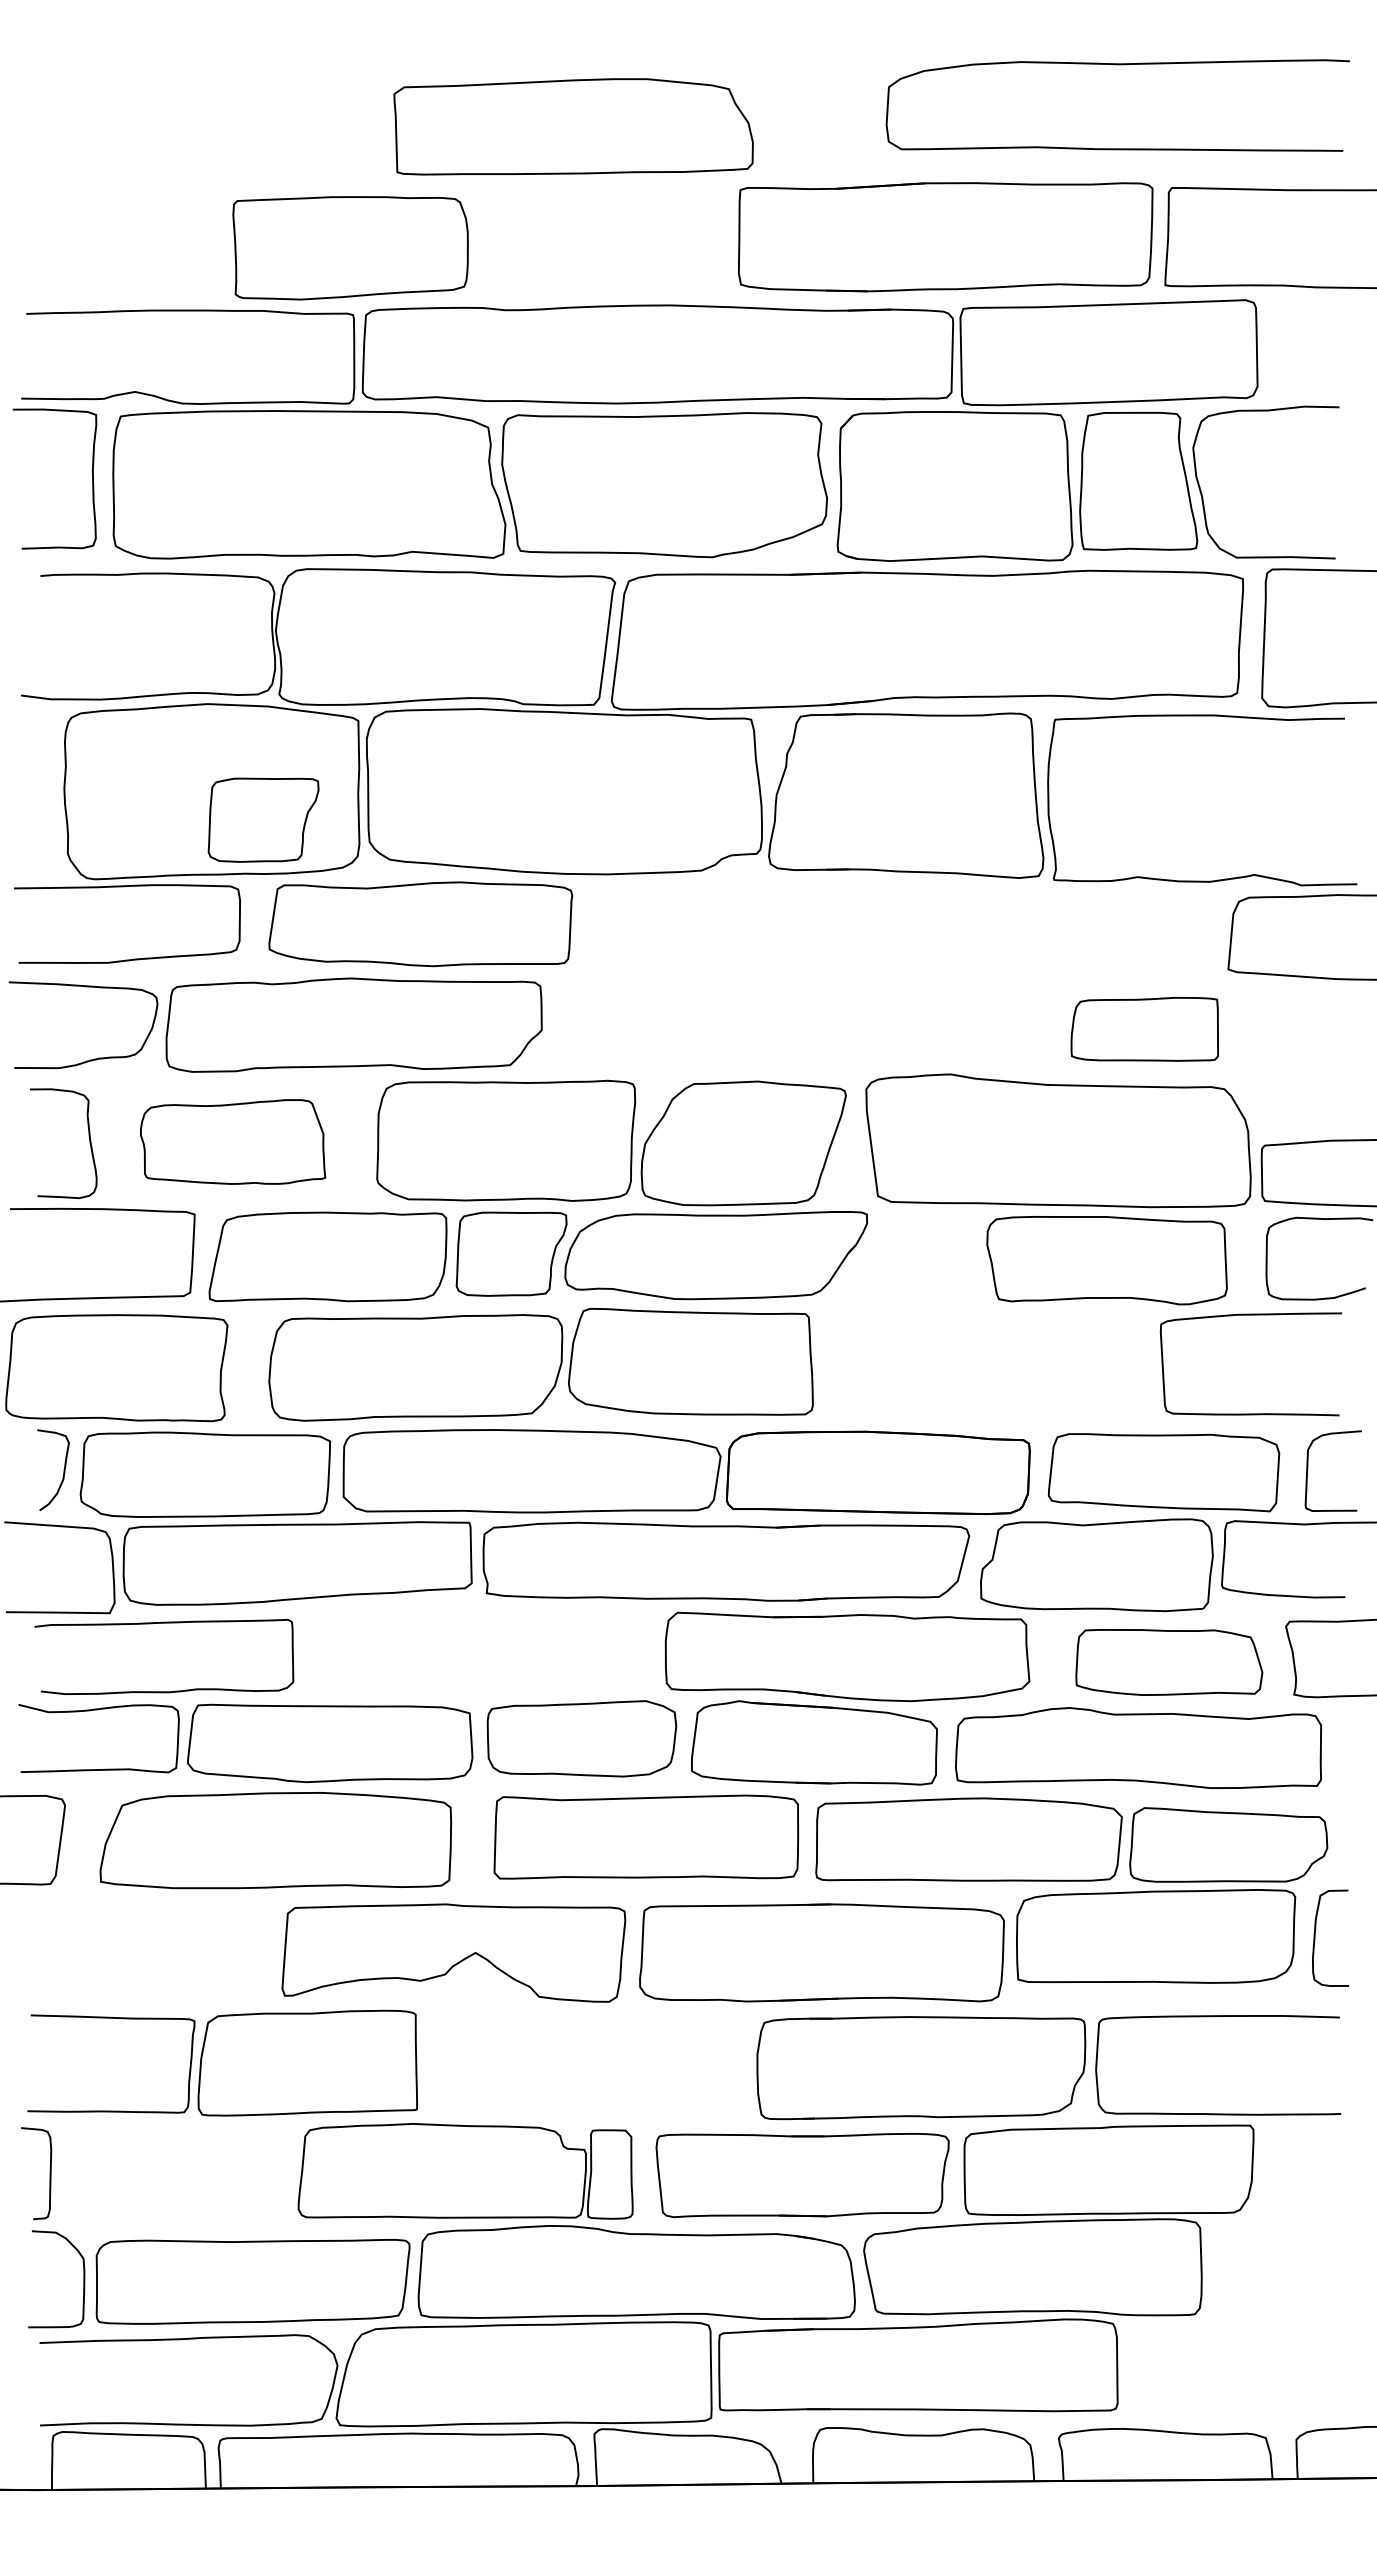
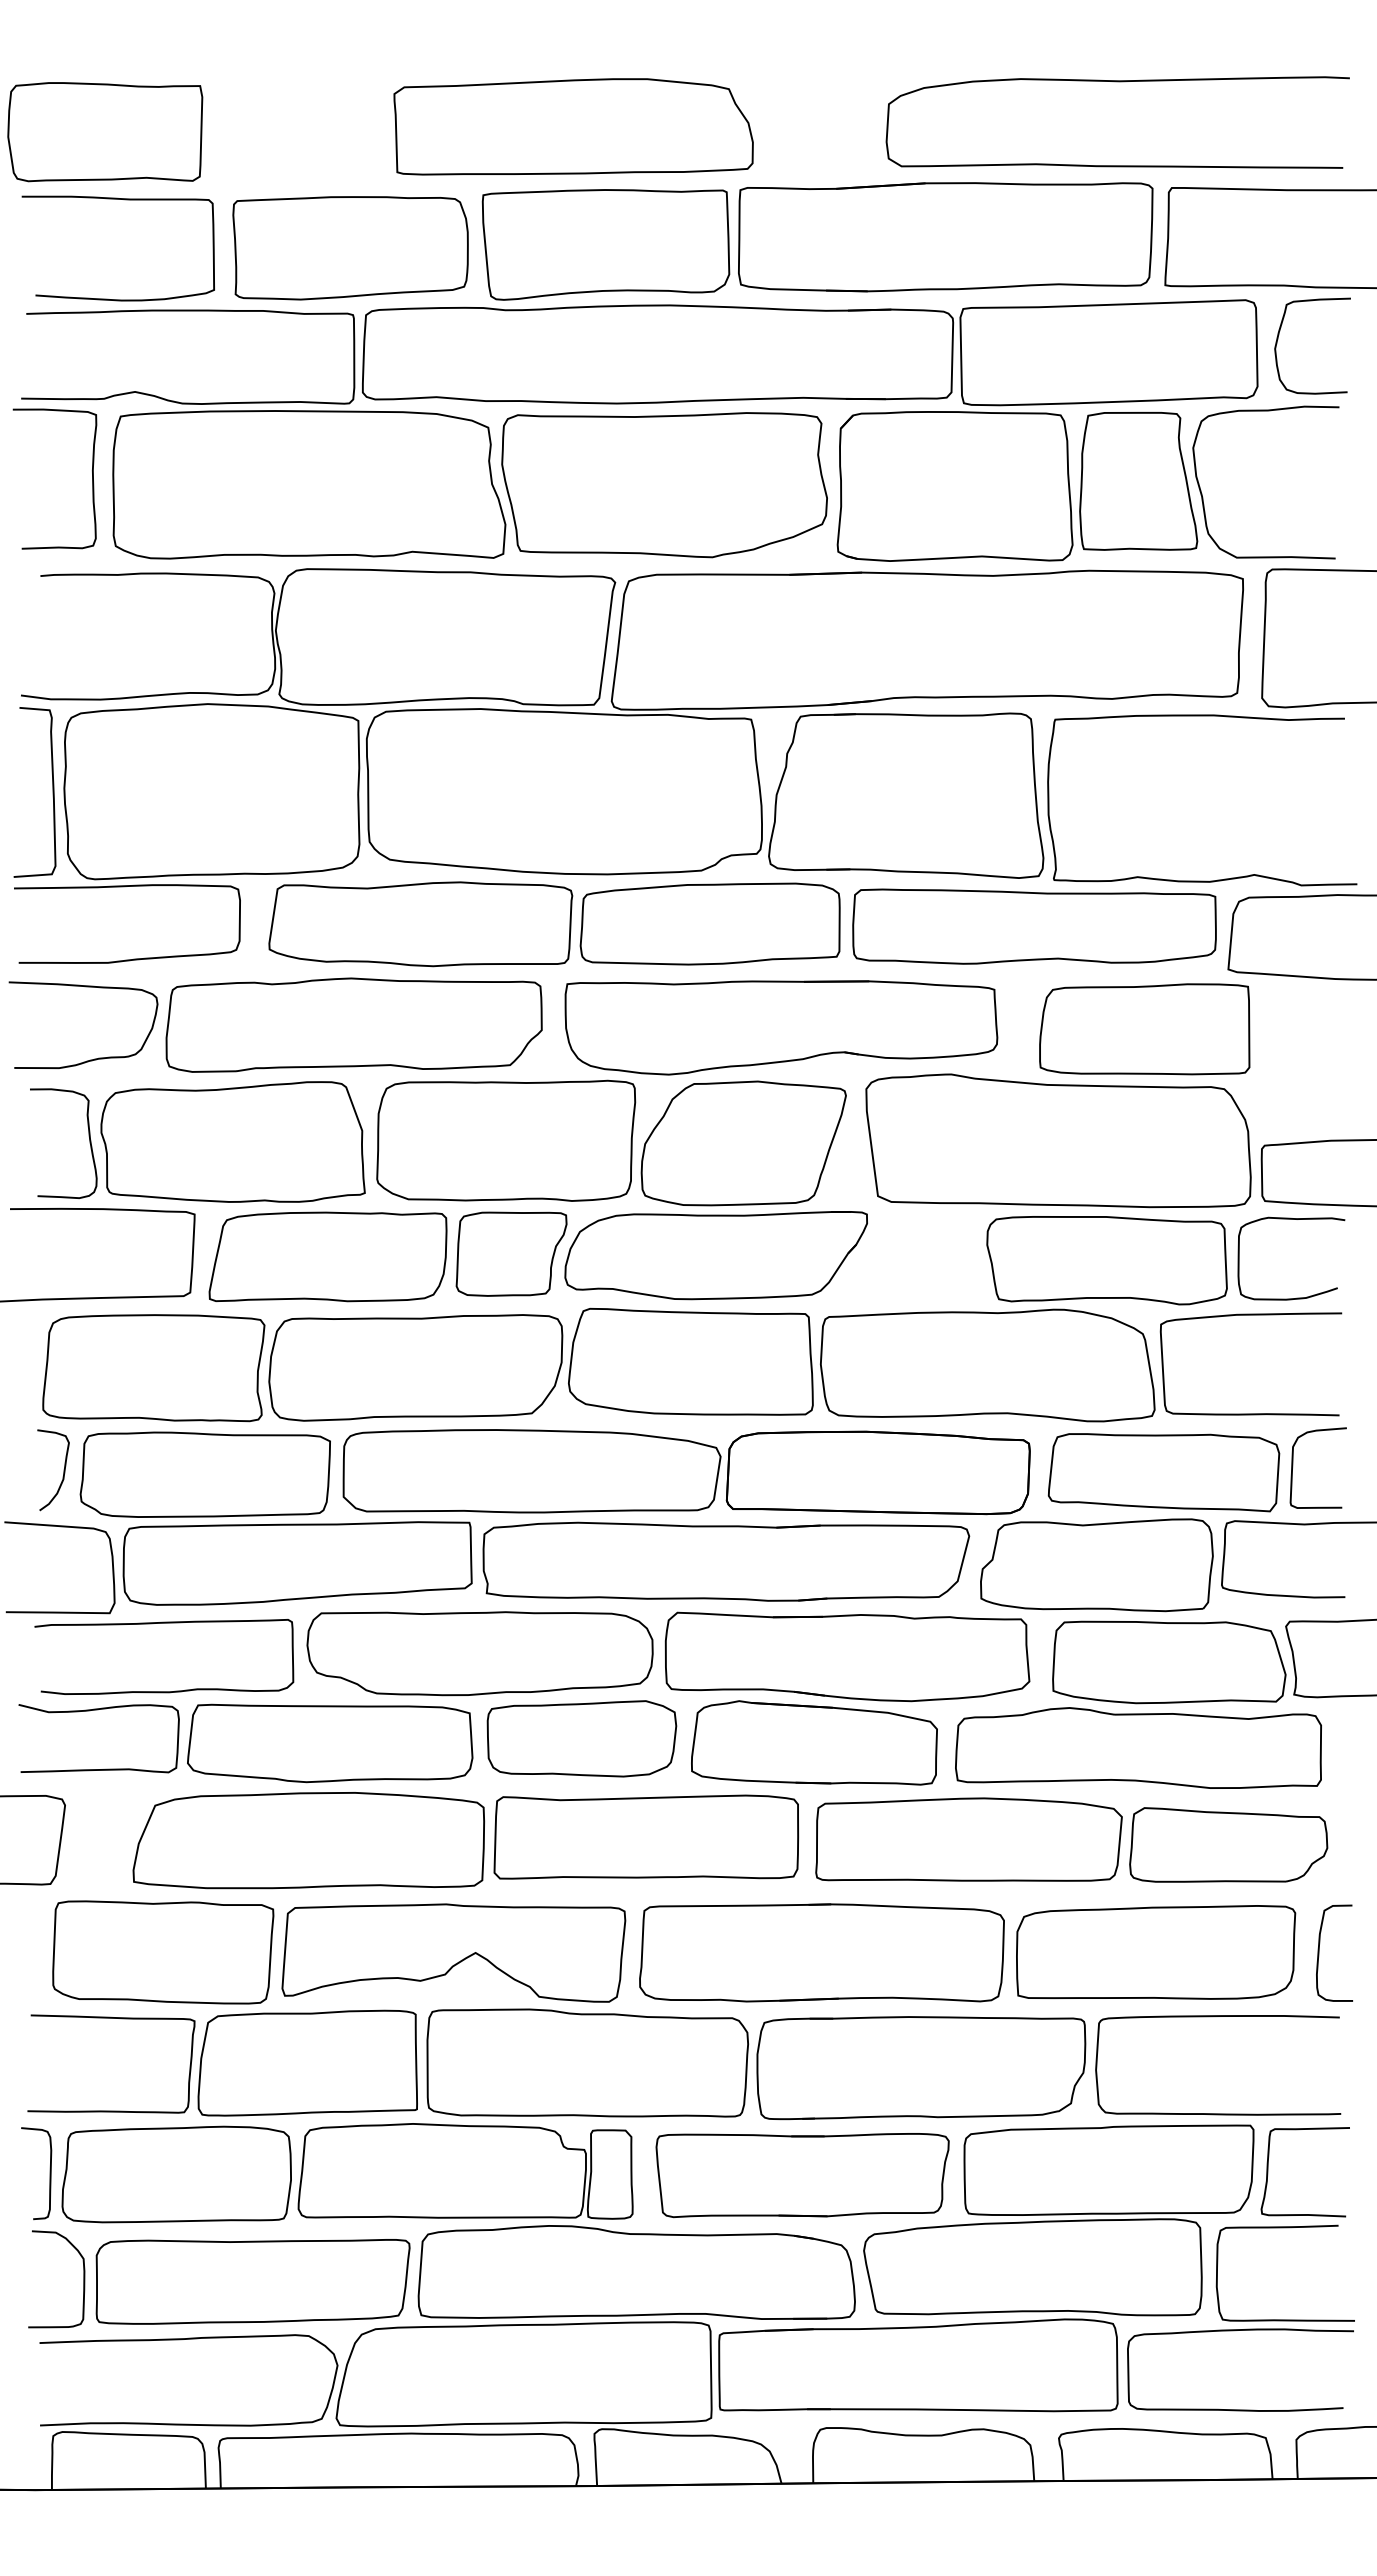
curve at (1117, 65) position: (1117, 65) -> (1117, 82)
part at (105, 132): none -> present
curve at (124, 200): none -> present
part at (605, 244): none -> present
curve at (1279, 335): none -> present
curve at (52, 792): none -> present
part at (263, 819): present -> none
part at (709, 923): none -> present
part at (1034, 926): none -> present
part at (781, 1027): none -> present
part at (1144, 1029) size: 149x65 px -> 212x93 px
part at (233, 1141) size: 187x86 px -> 266x122 px
curve at (1319, 1219) position: (1319, 1219) -> (1291, 1219)
part at (987, 1365): none -> present
part at (116, 1368) position: (116, 1368) -> (153, 1368)
curve at (1308, 1469) position: (1308, 1469) -> (1293, 1466)
part at (479, 1653): none -> present
part at (1169, 1662) size: 189x67 px -> 235x85 px
part at (275, 1840) position: (275, 1840) -> (308, 1840)
part at (1156, 1936) position: (1156, 1936) -> (1156, 1952)
curve at (1315, 1937) position: (1315, 1937) -> (1319, 1952)
part at (163, 1952): none -> present
part at (587, 2062): none -> present
part at (176, 2174): none -> present
part at (1218, 2263): none -> present
